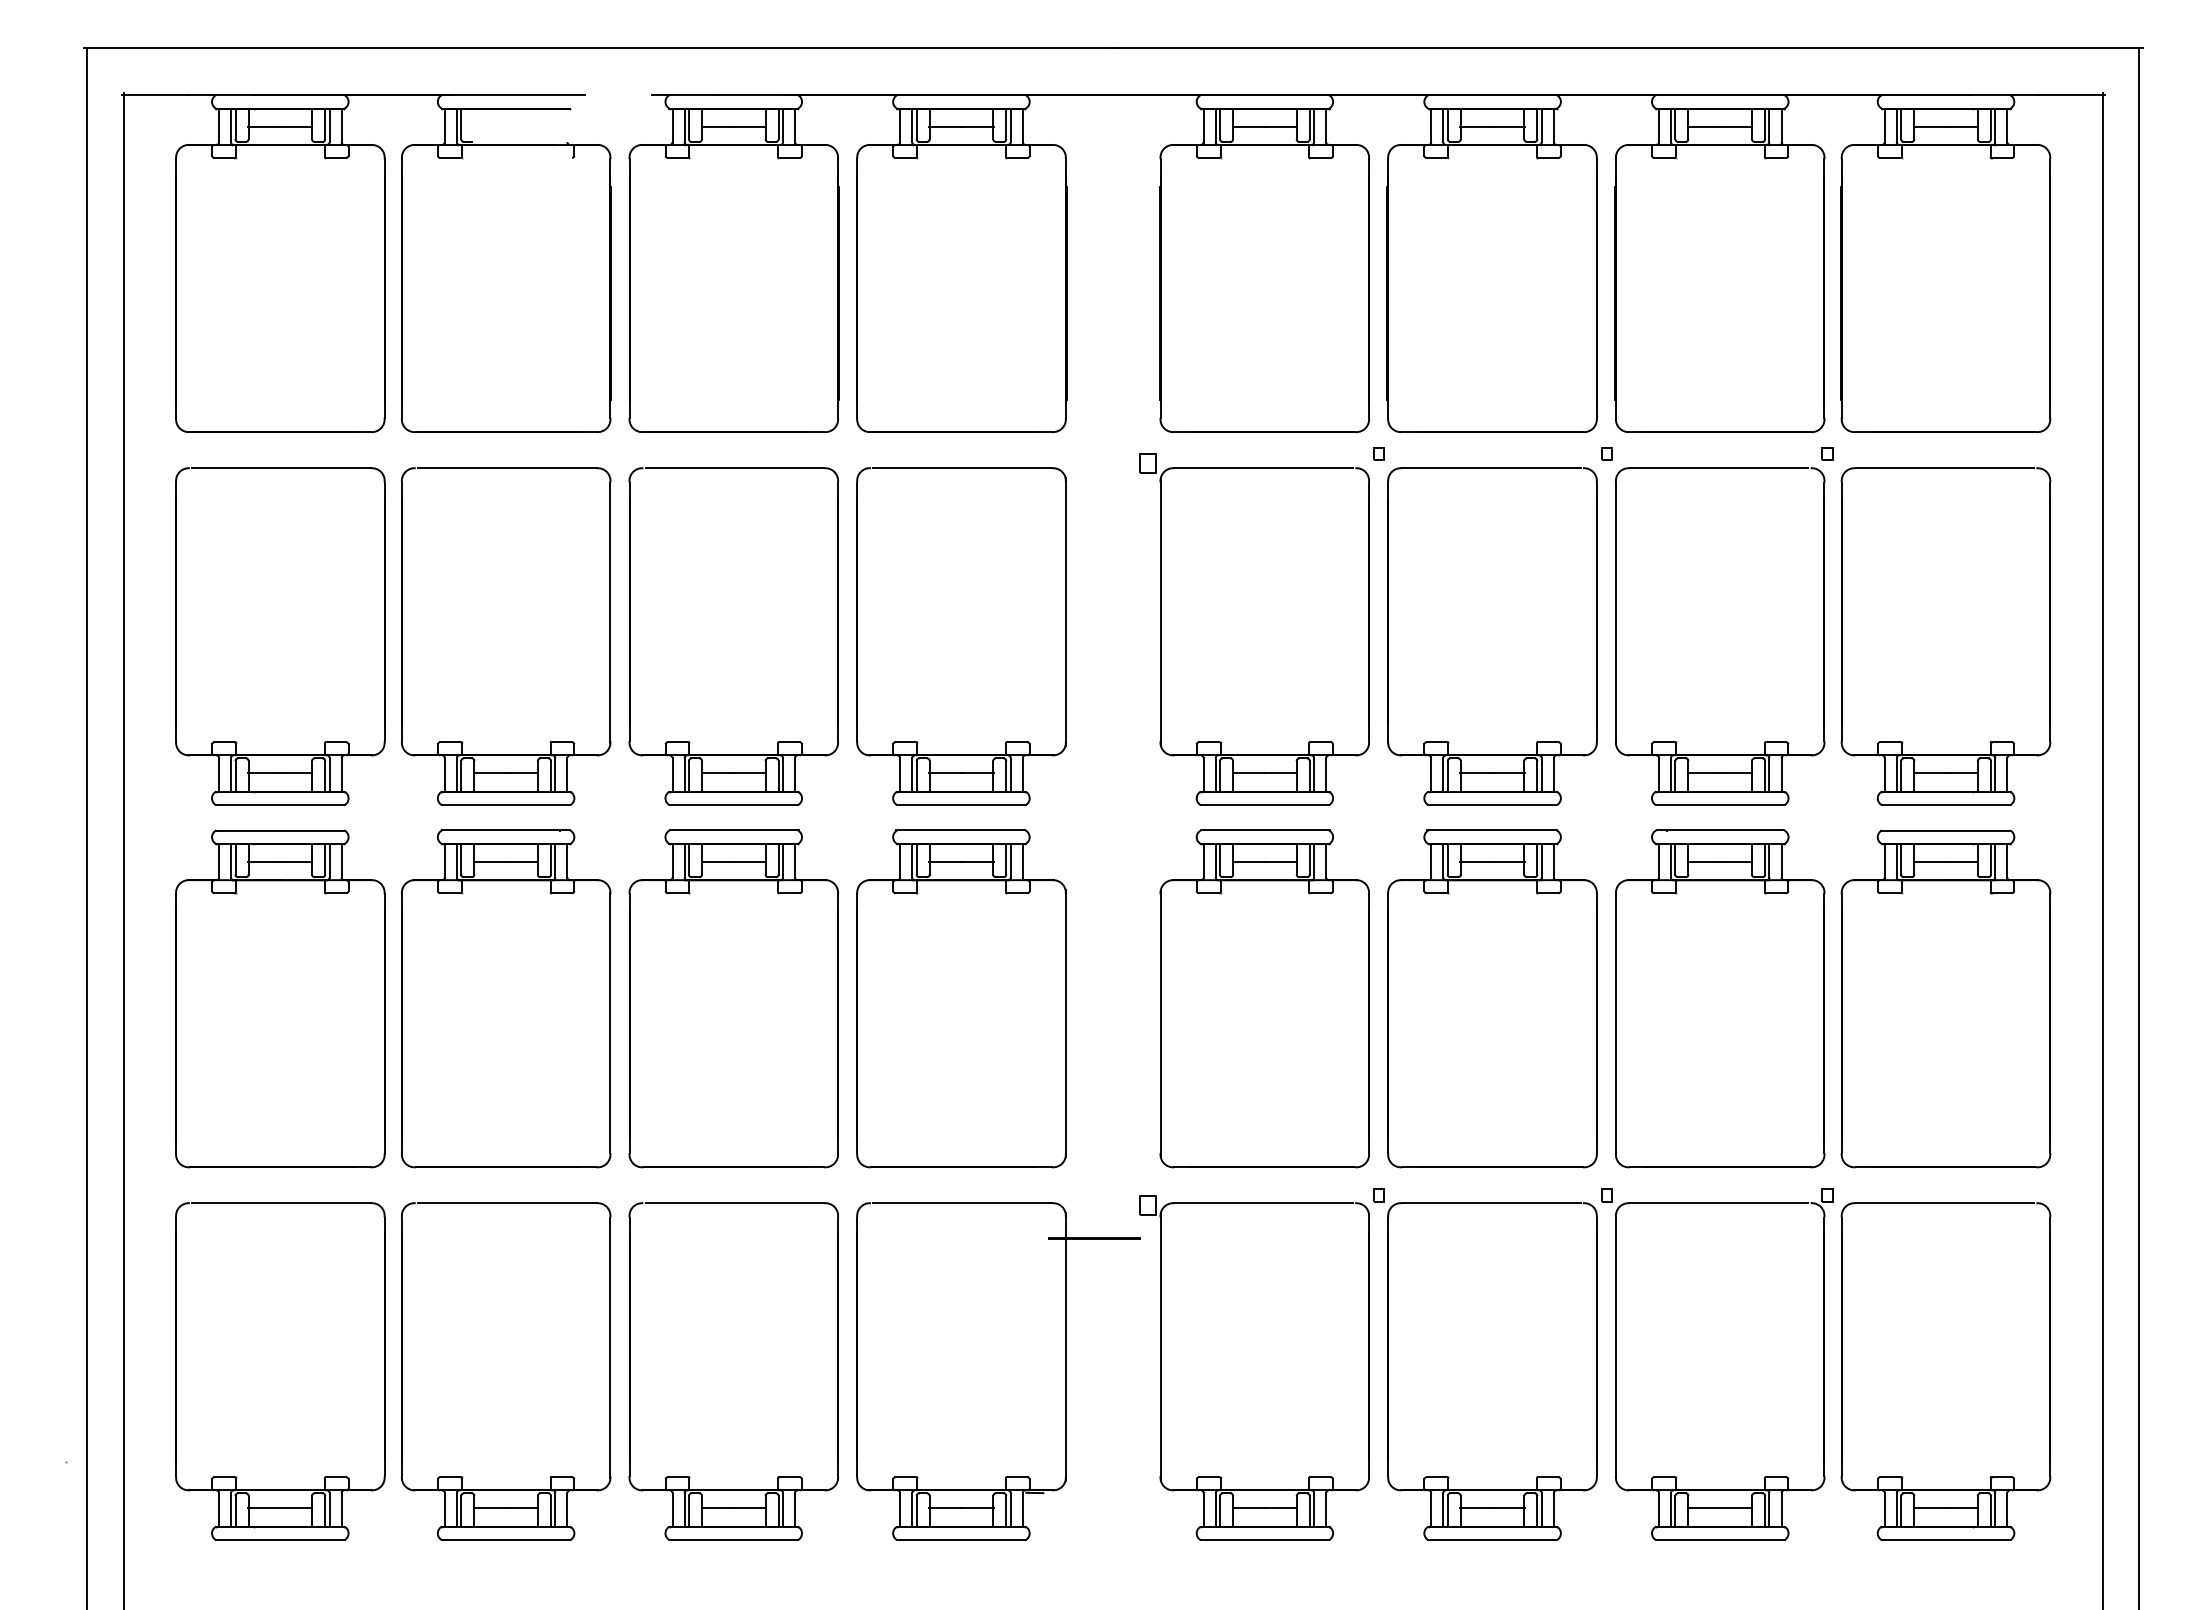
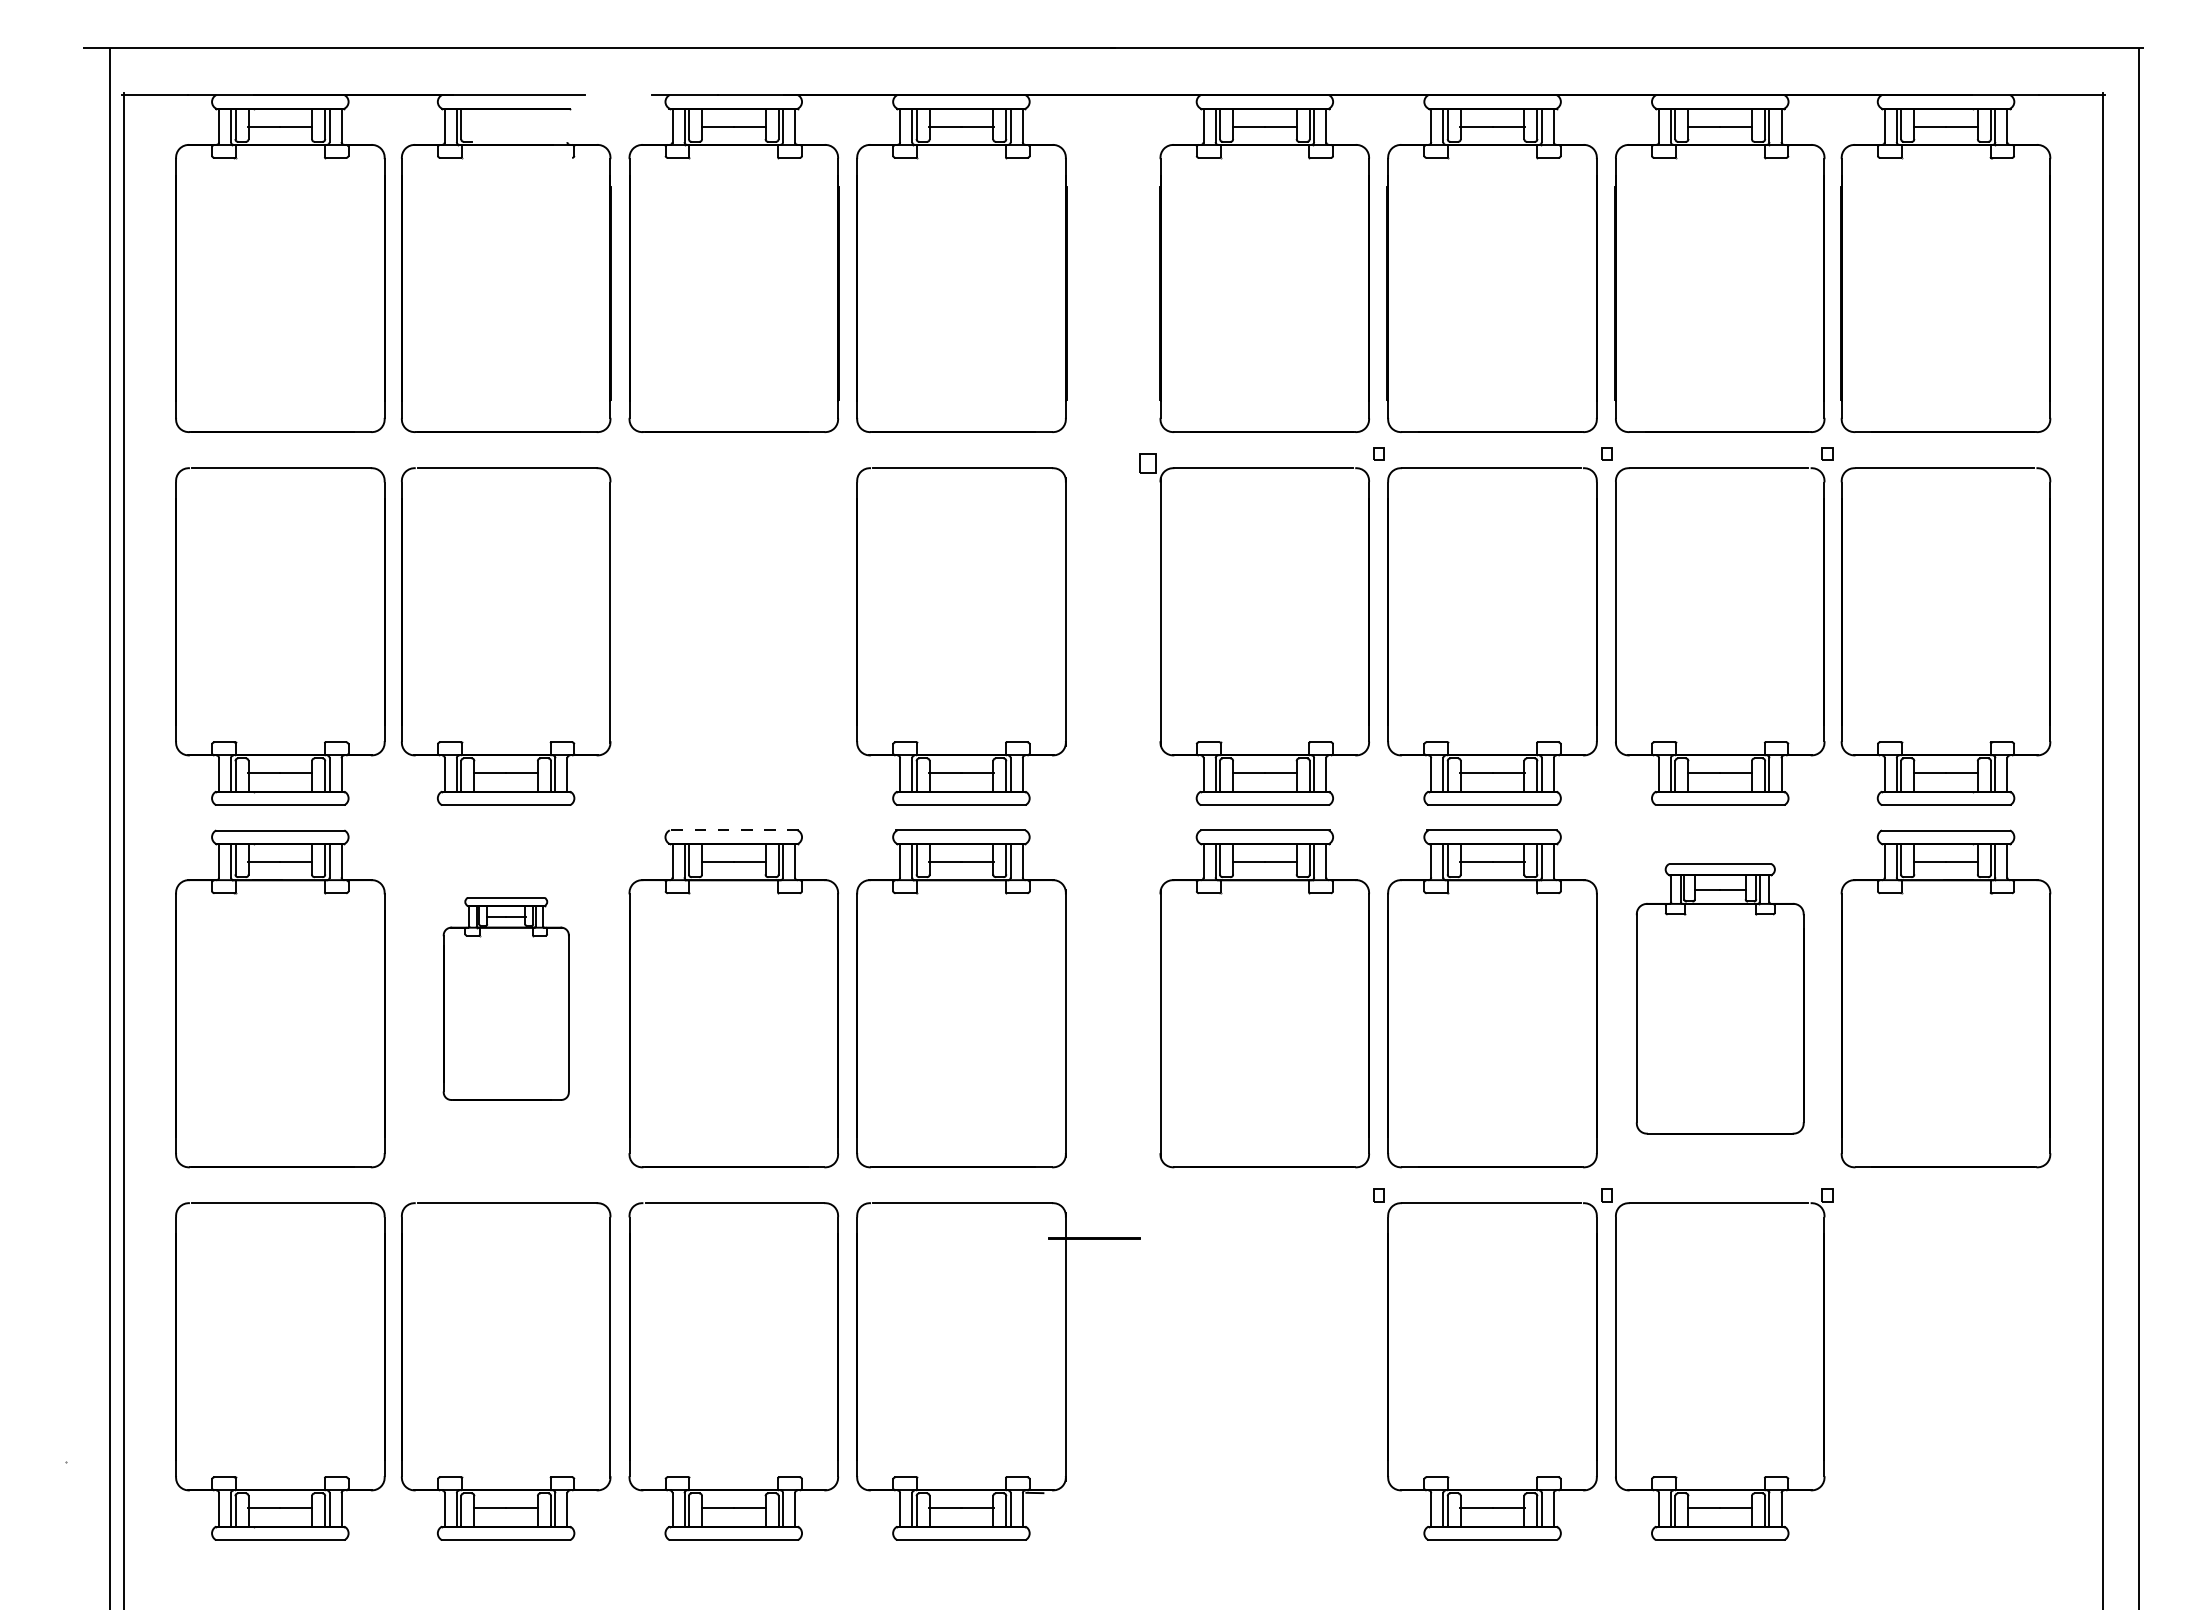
part at (630, 636): present -> none
line at (86, 827) position: (86, 827) -> (109, 827)
line at (734, 830): solid -> dashed
part at (506, 998) size: 211x340 px -> 128x204 px
part at (1720, 998) size: 211x340 px -> 170x272 px
part at (1161, 1367): present -> none
part at (1842, 1371): present -> none
